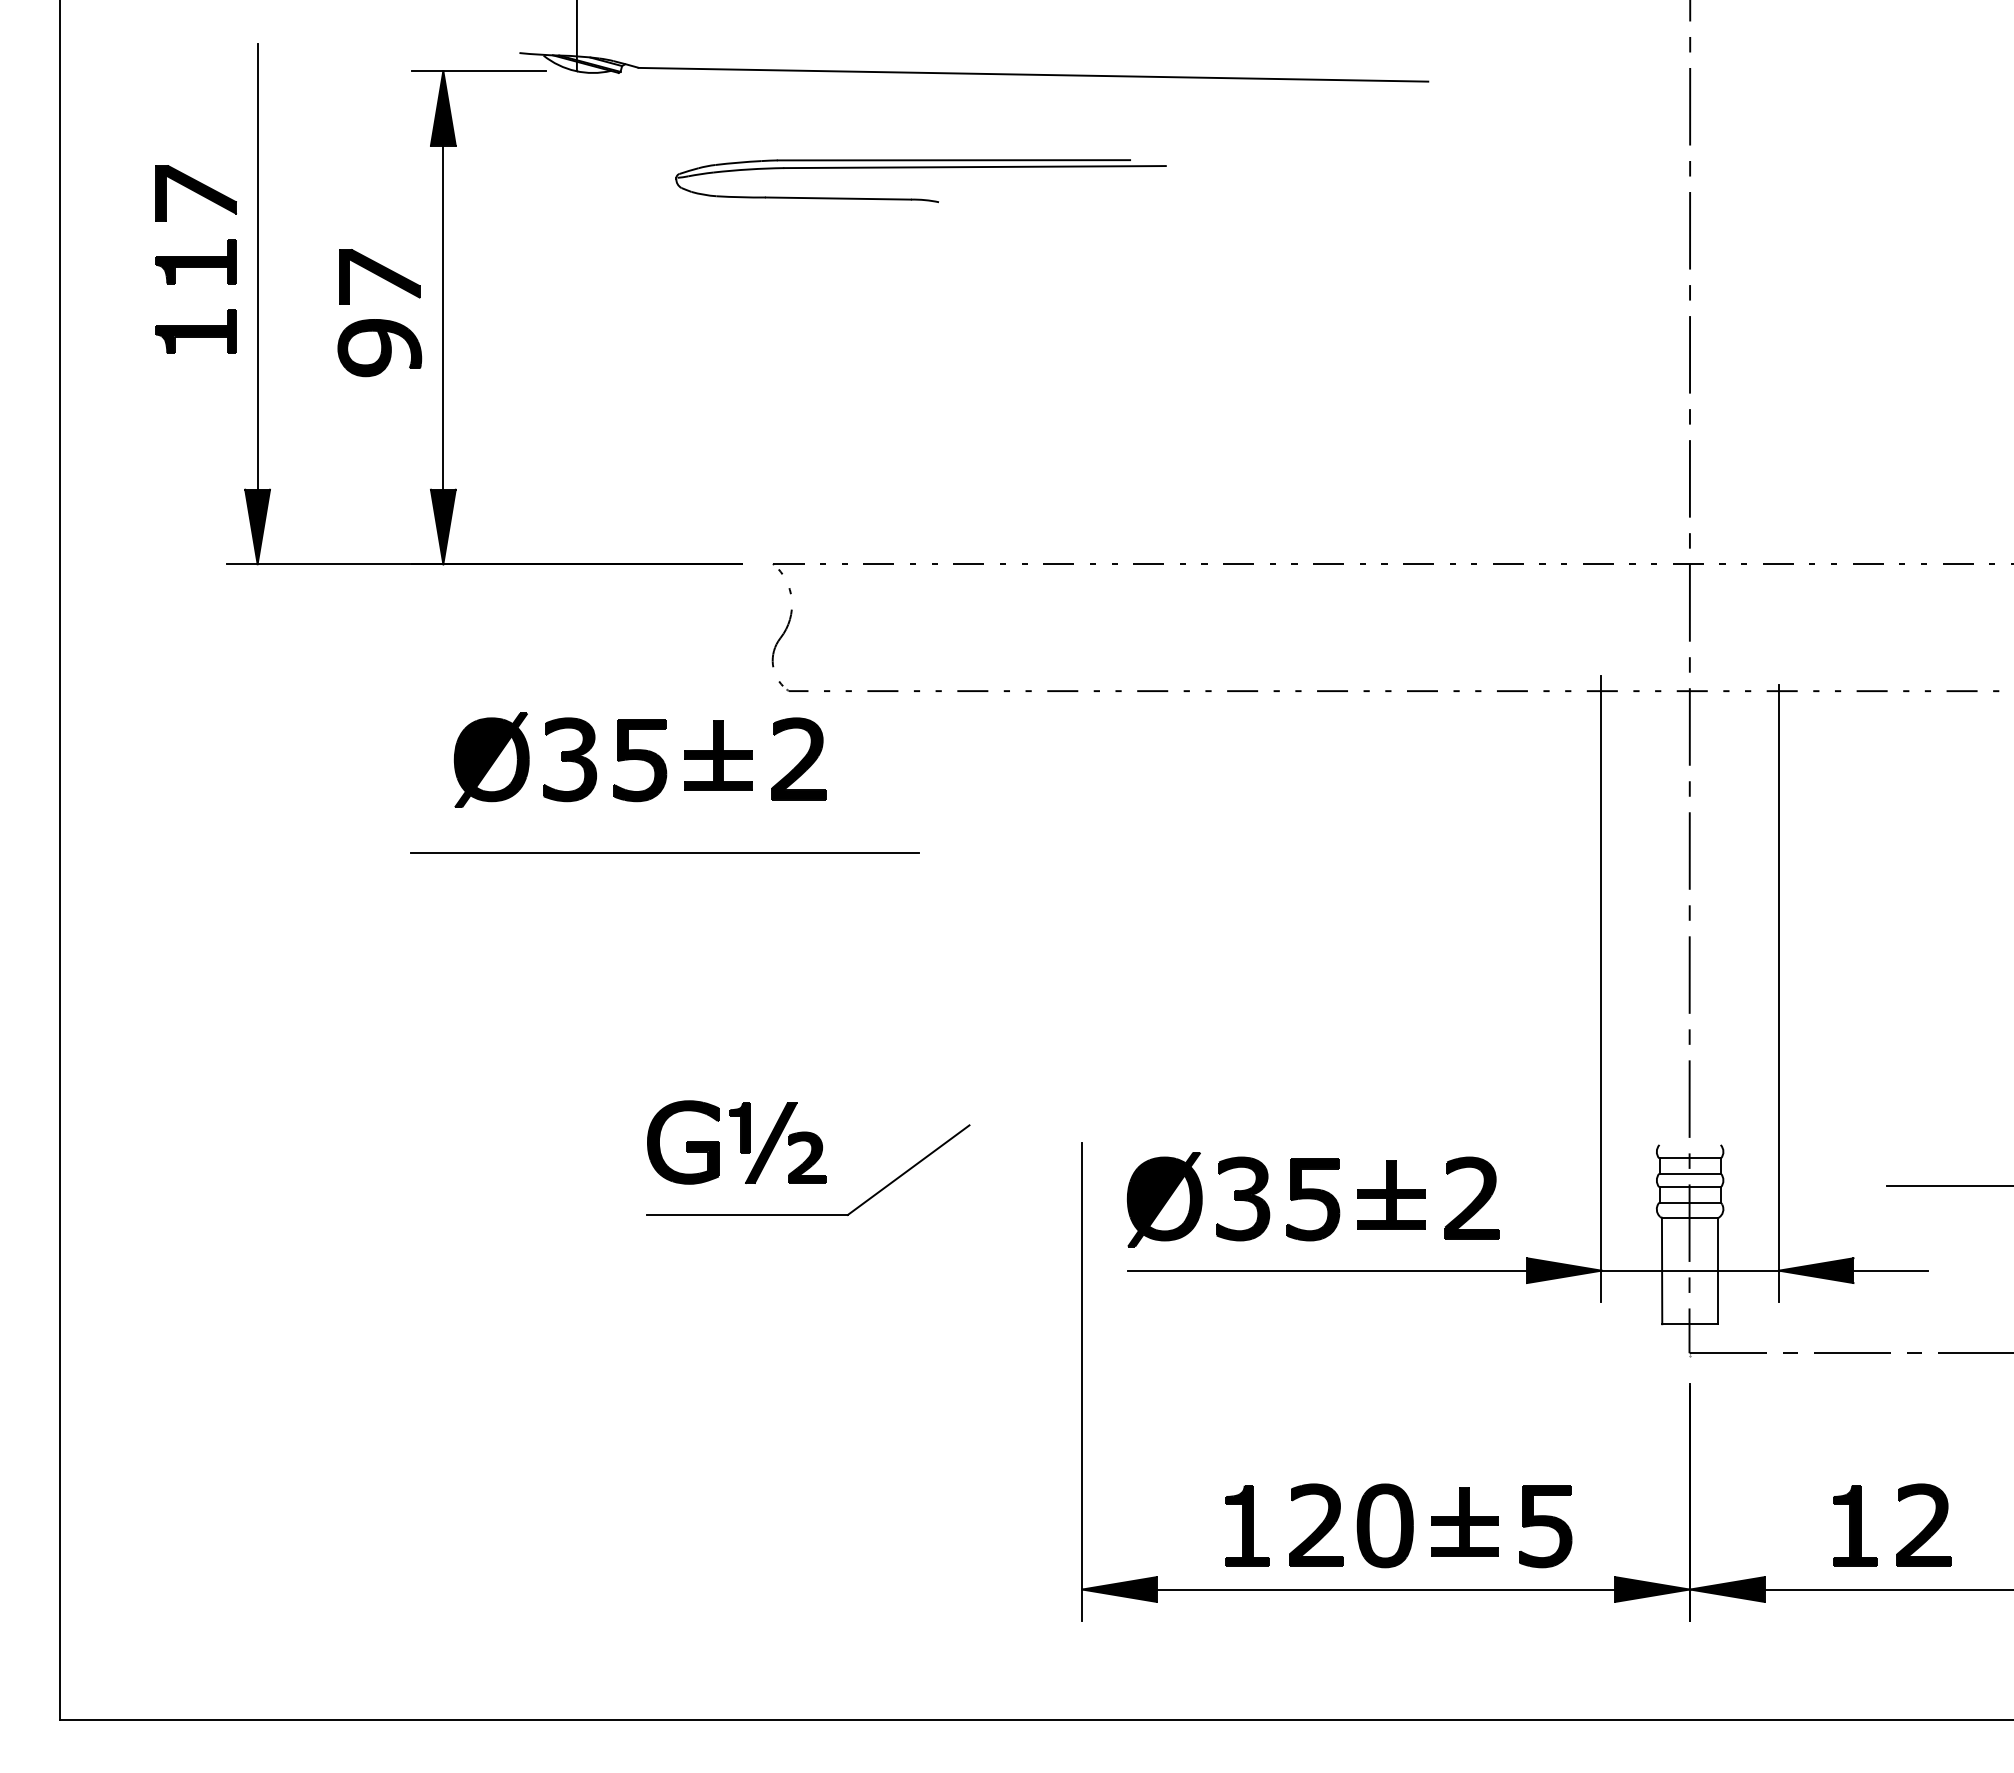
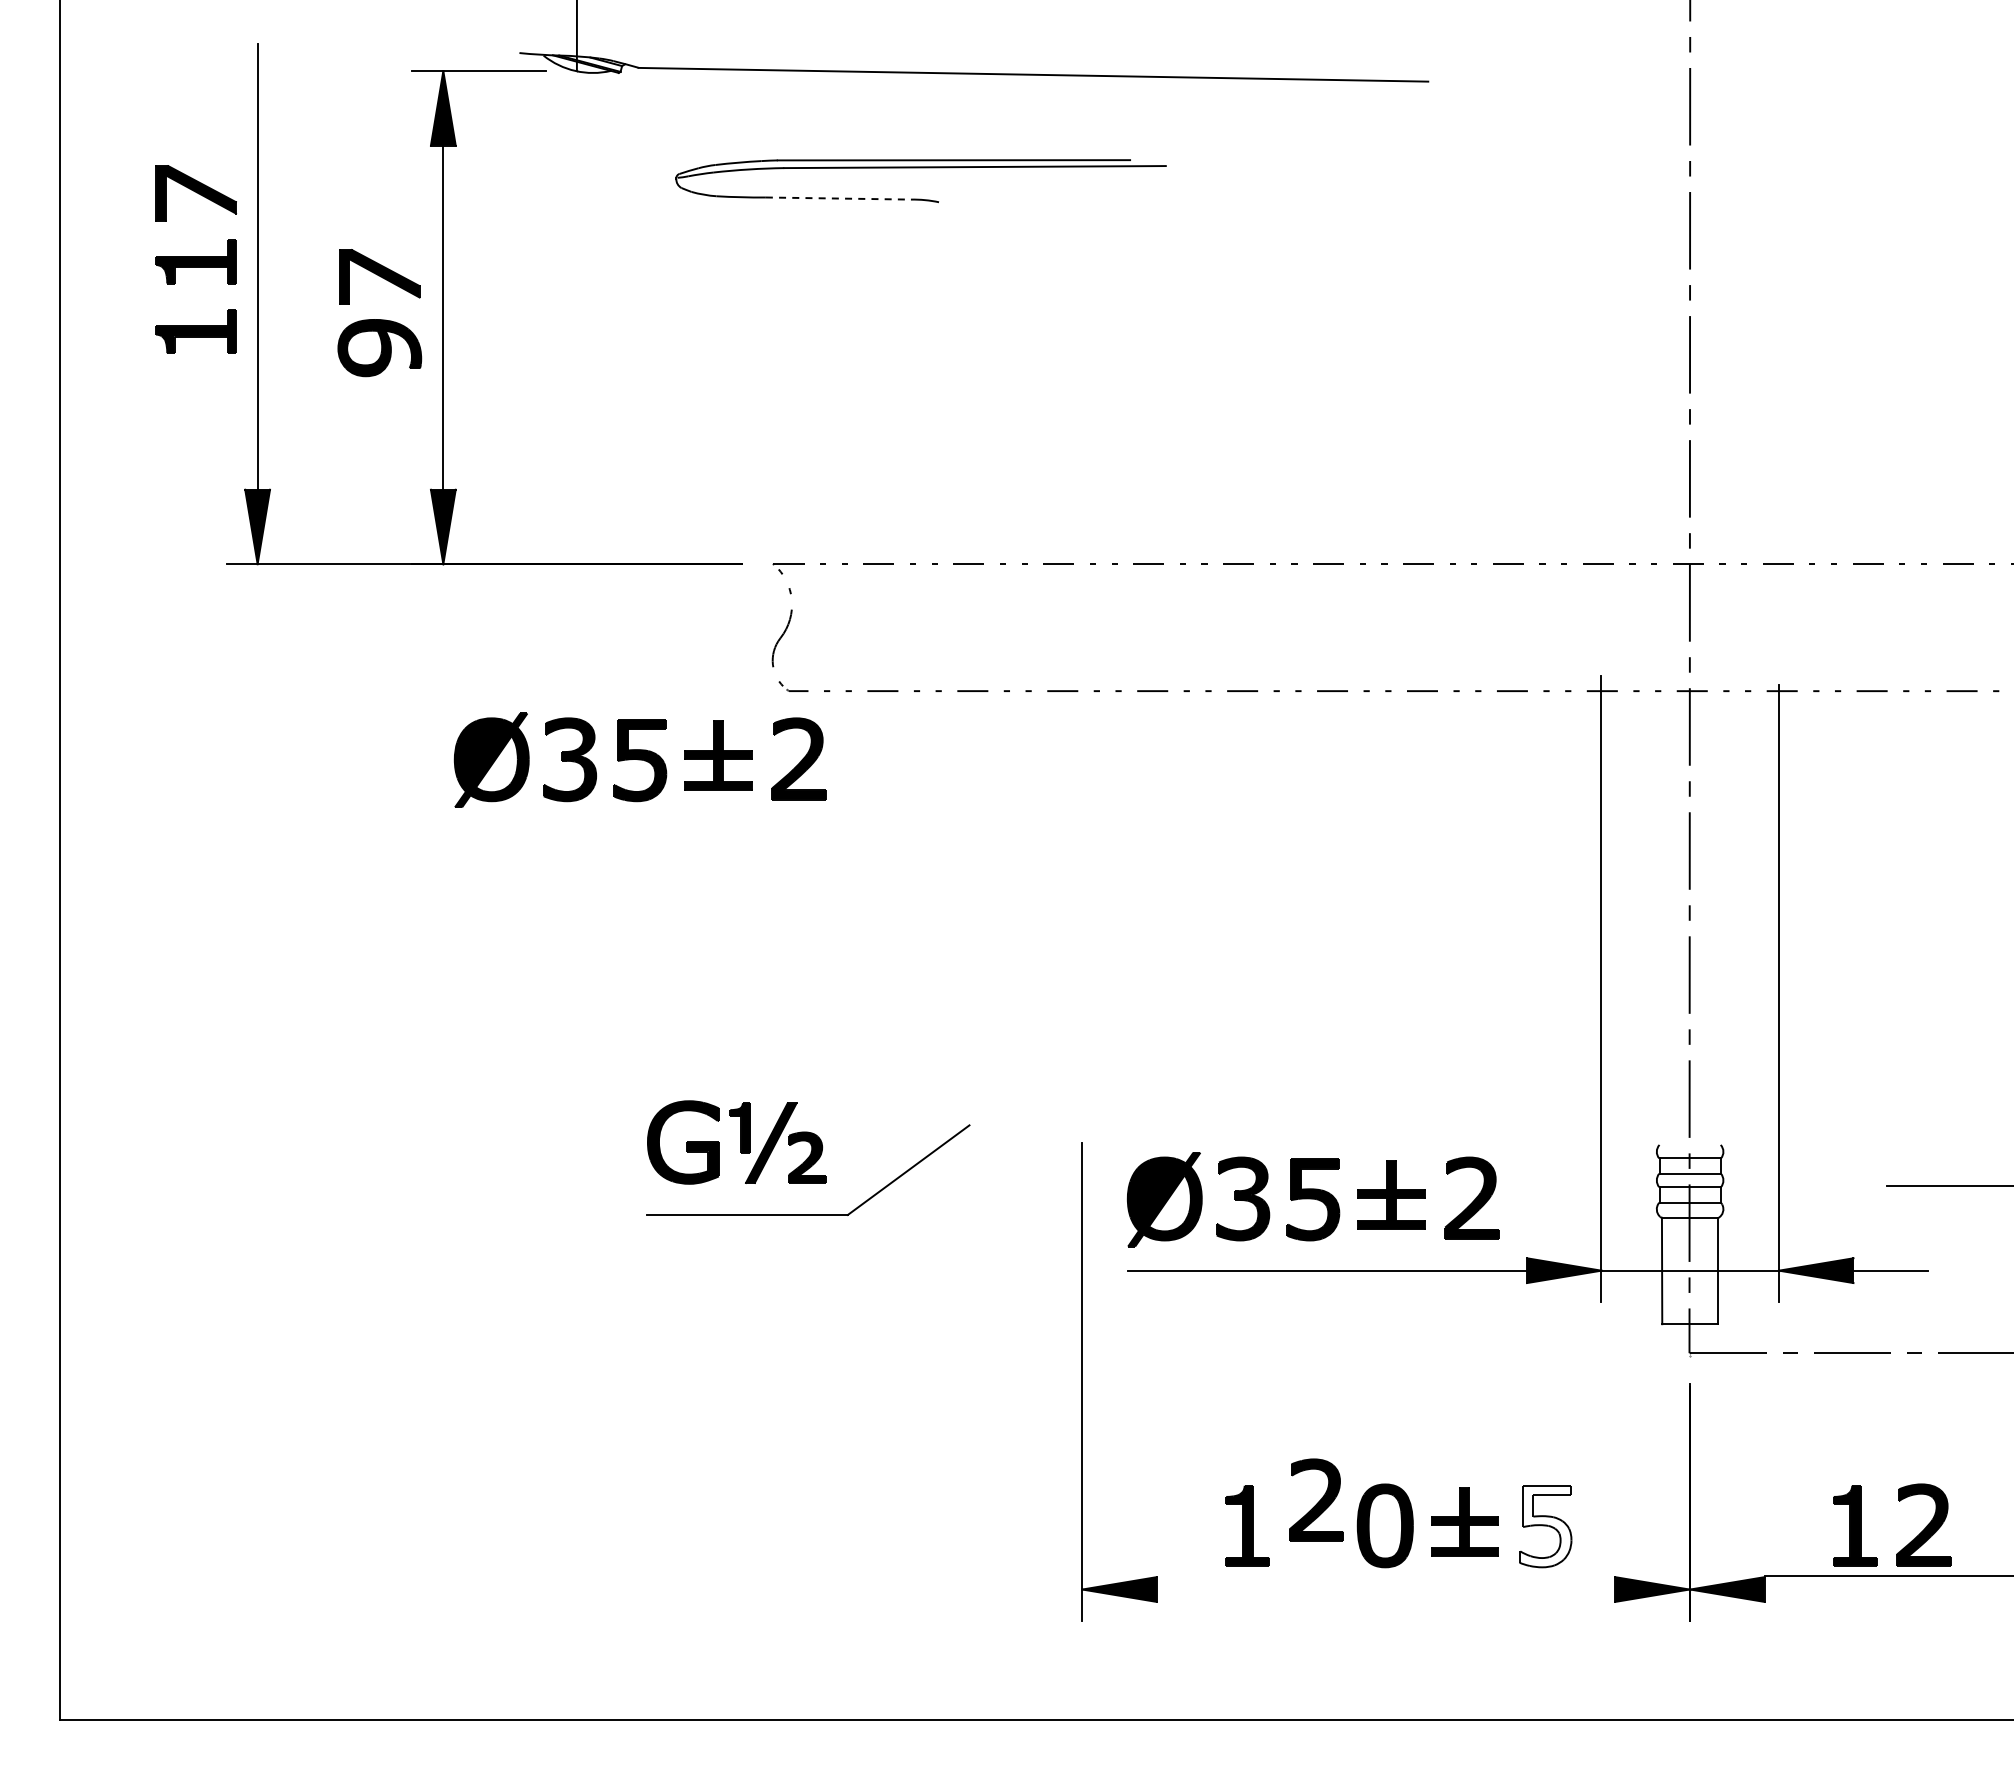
line at (838, 198): solid -> dashed
line at (664, 853): present -> none
part at (1316, 1524) position: (1316, 1524) -> (1316, 1499)
fill at (1545, 1526): present -> none
line at (1385, 1589): present -> none
line at (1887, 1589) position: (1887, 1589) -> (1887, 1575)
